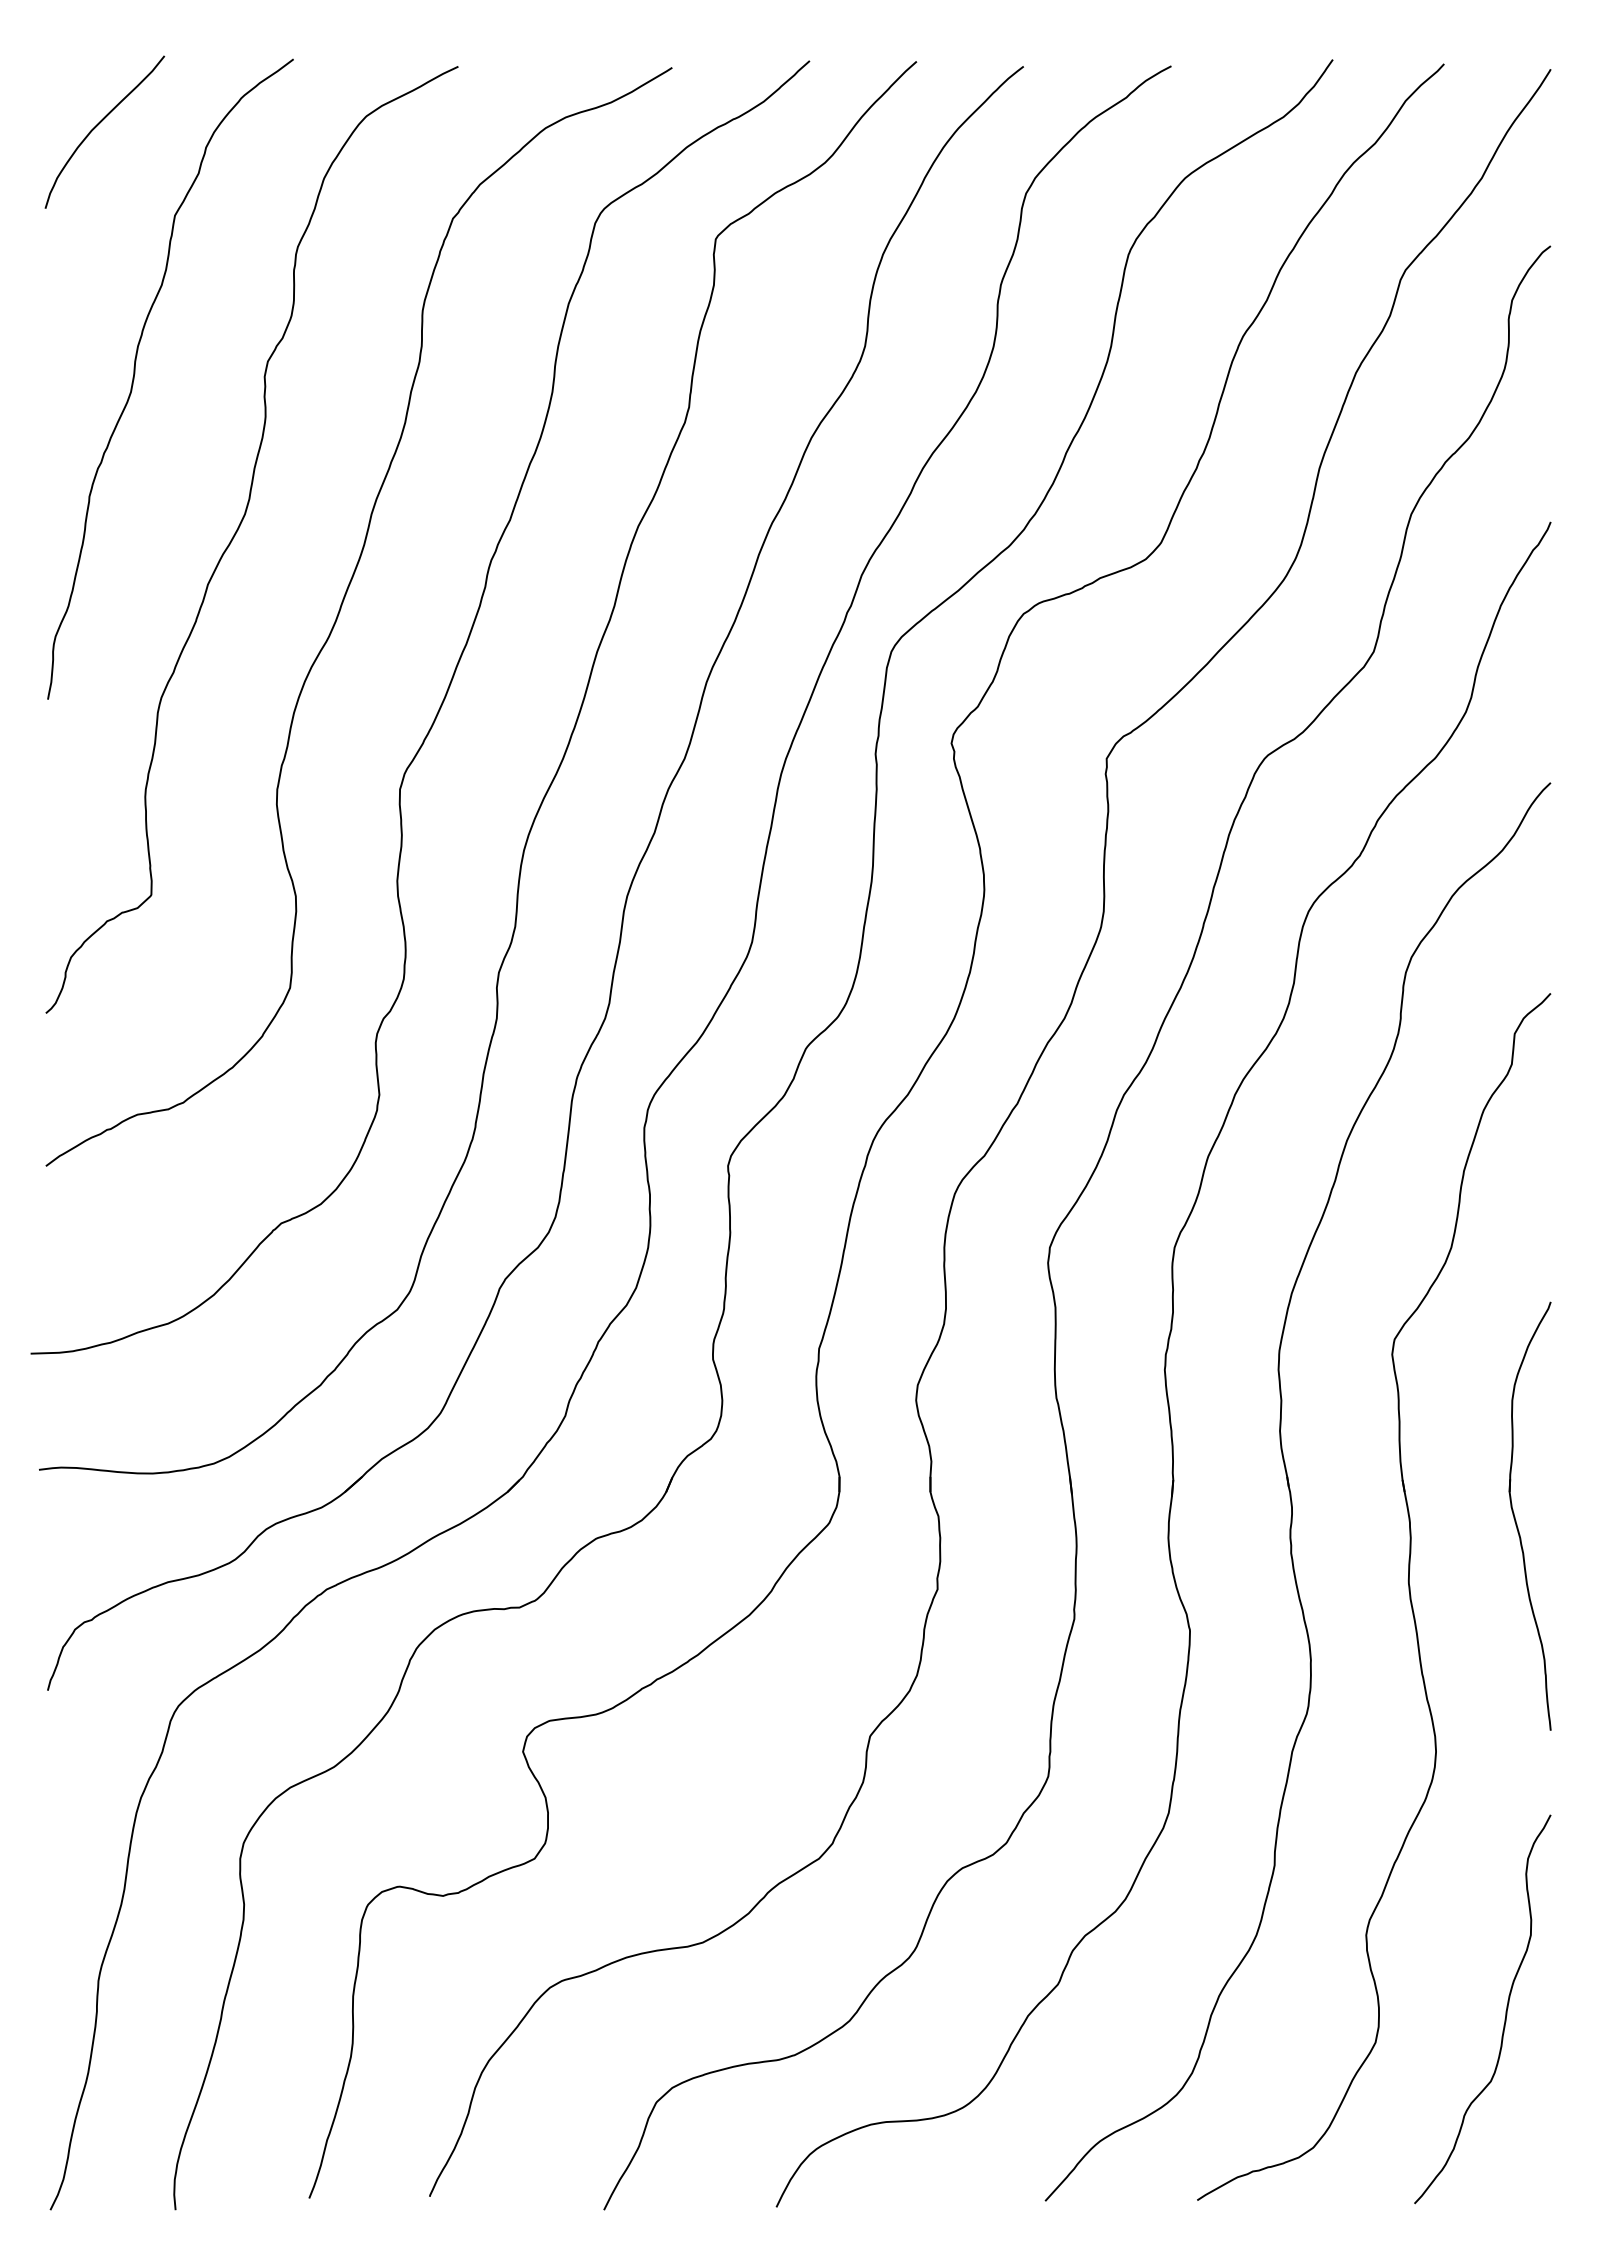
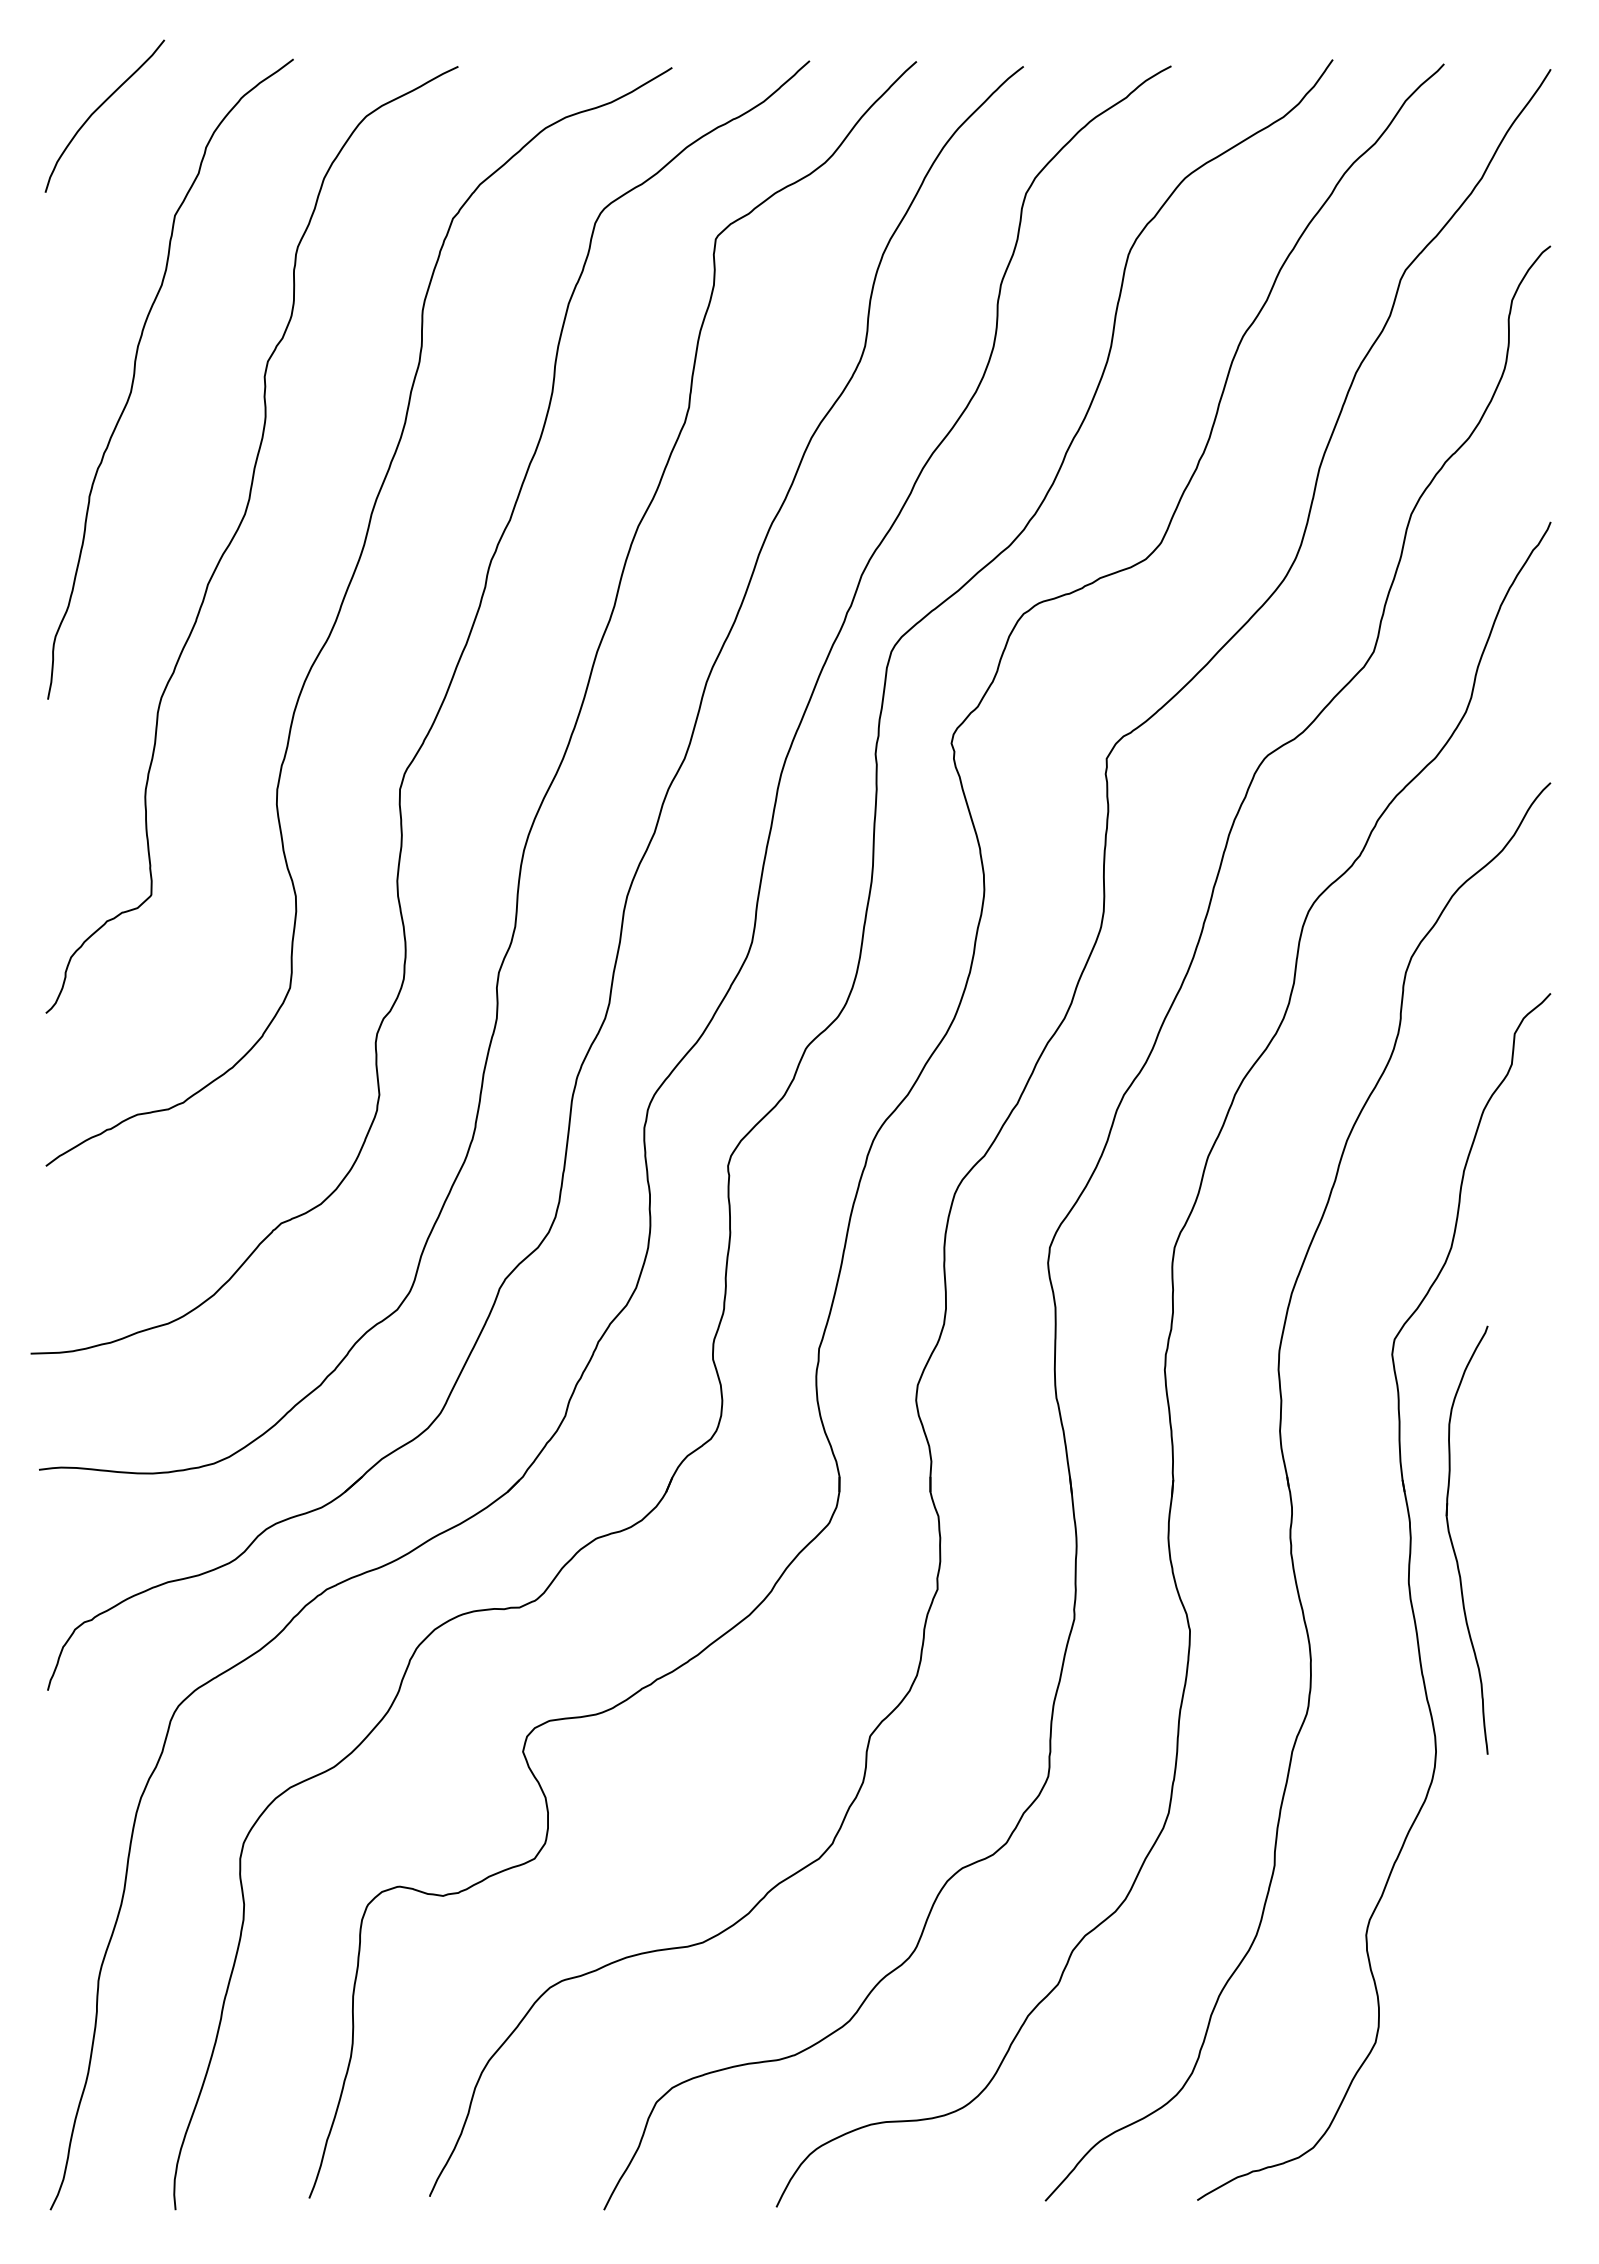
curve at (98, 125) position: (98, 125) -> (98, 109)
part at (1516, 1520) position: (1516, 1520) -> (1453, 1544)
curve at (1505, 2011): present -> none
